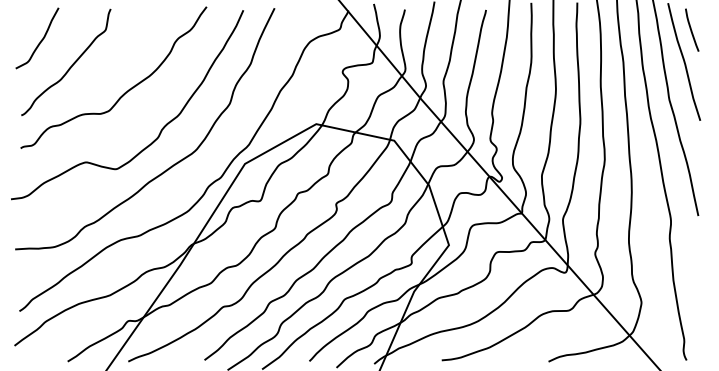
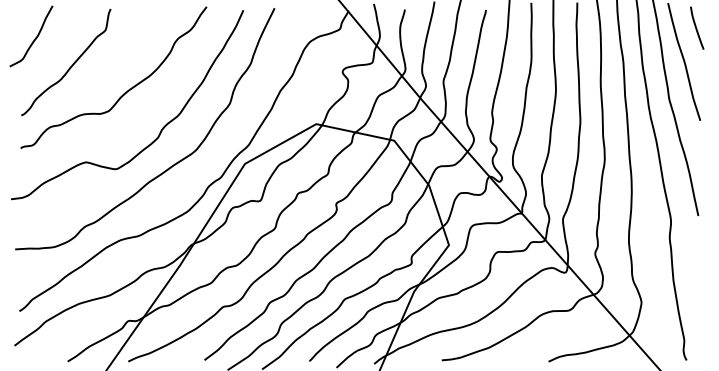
curve at (691, 29) position: (691, 29) -> (696, 27)
curve at (40, 40) position: (40, 40) -> (34, 38)
